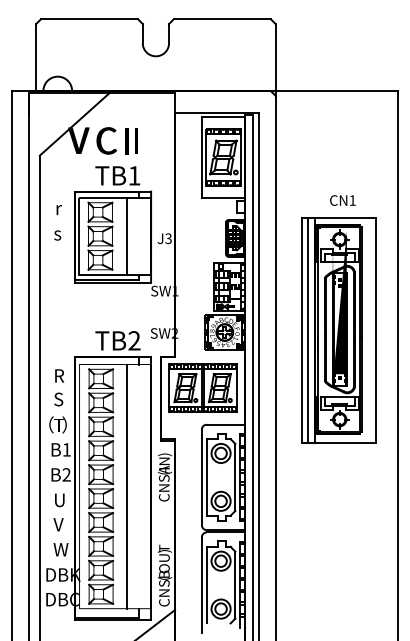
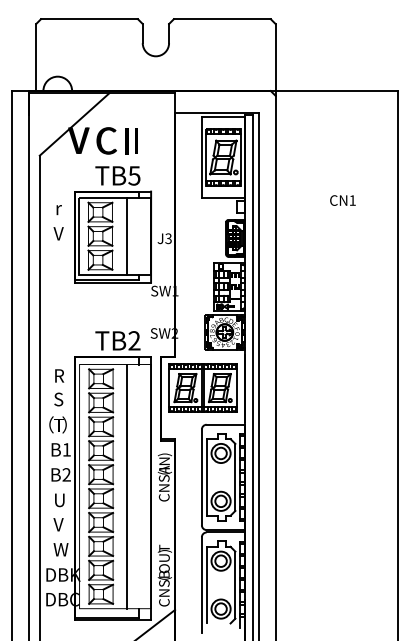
text at (134, 175): TB1 -> TB5
text at (58, 233): s -> V
part at (338, 330): present -> none
